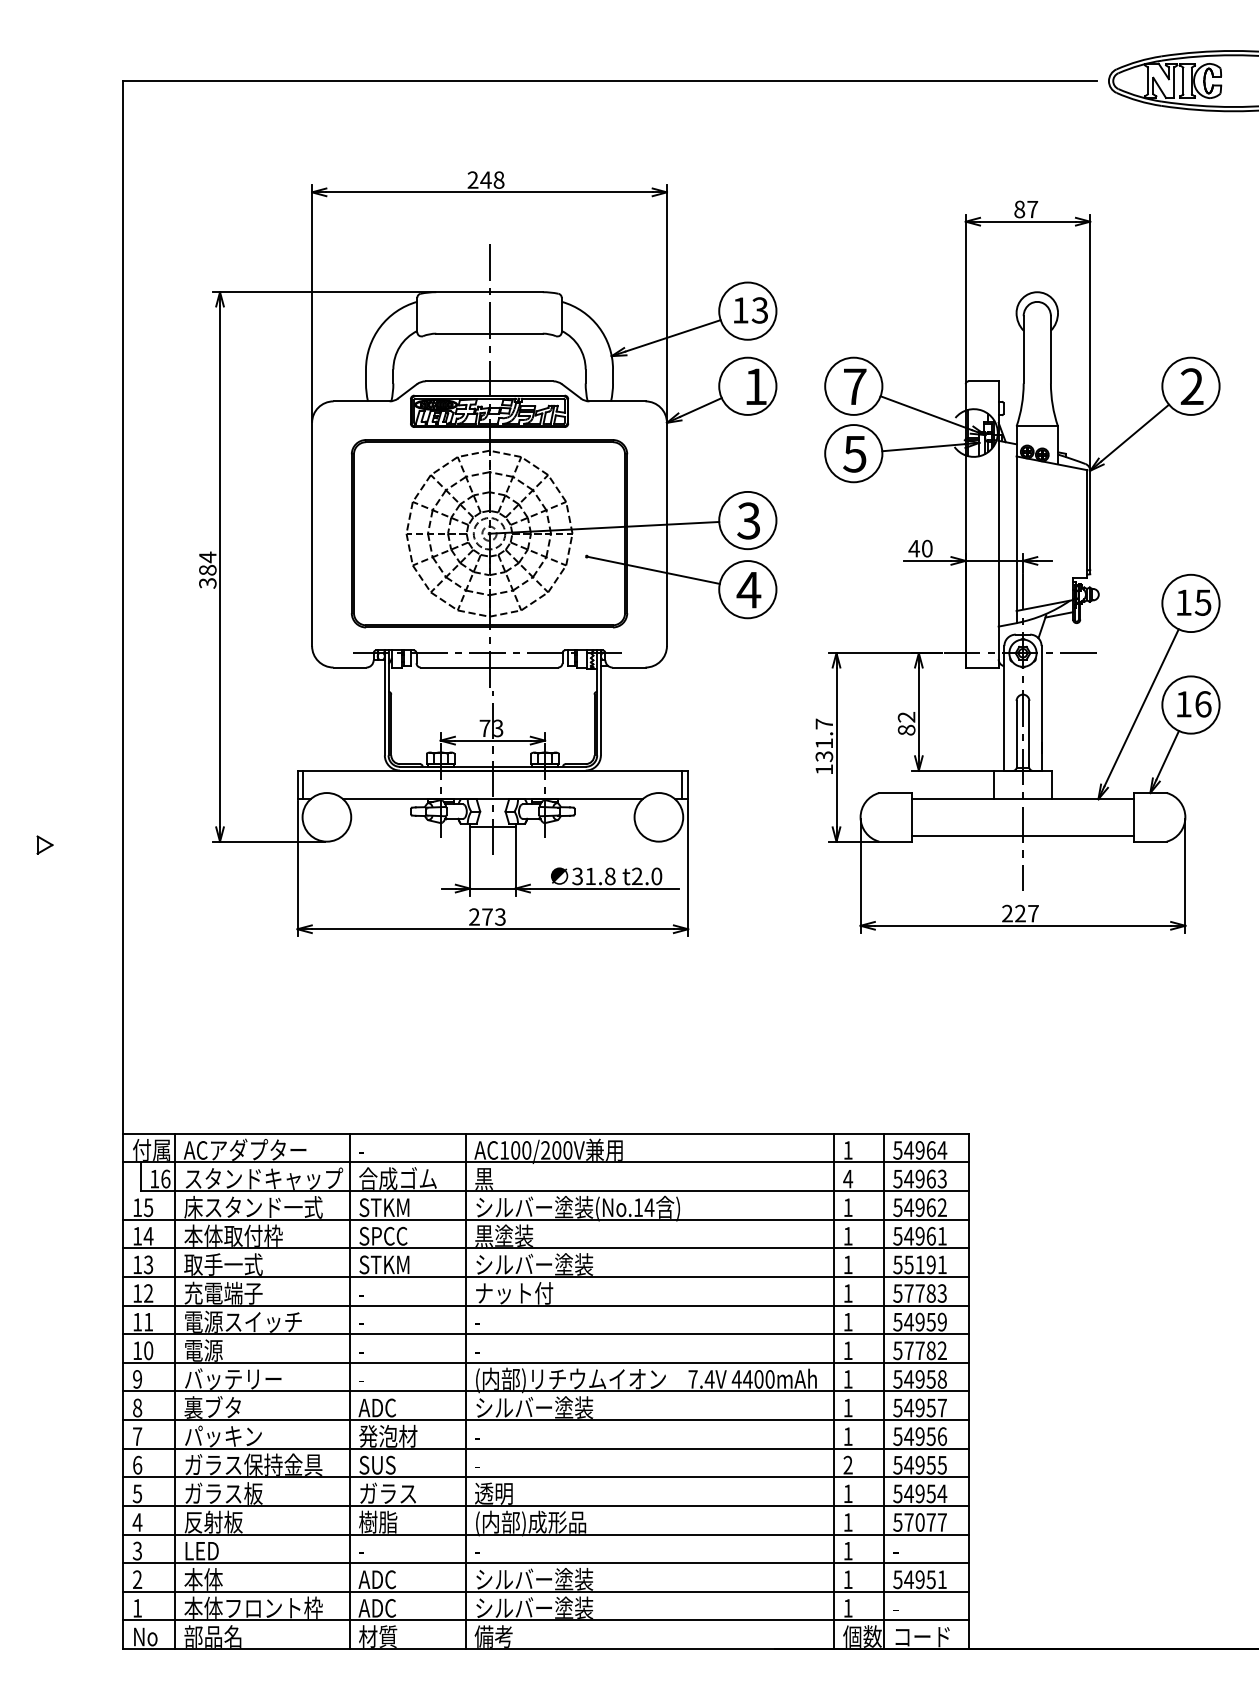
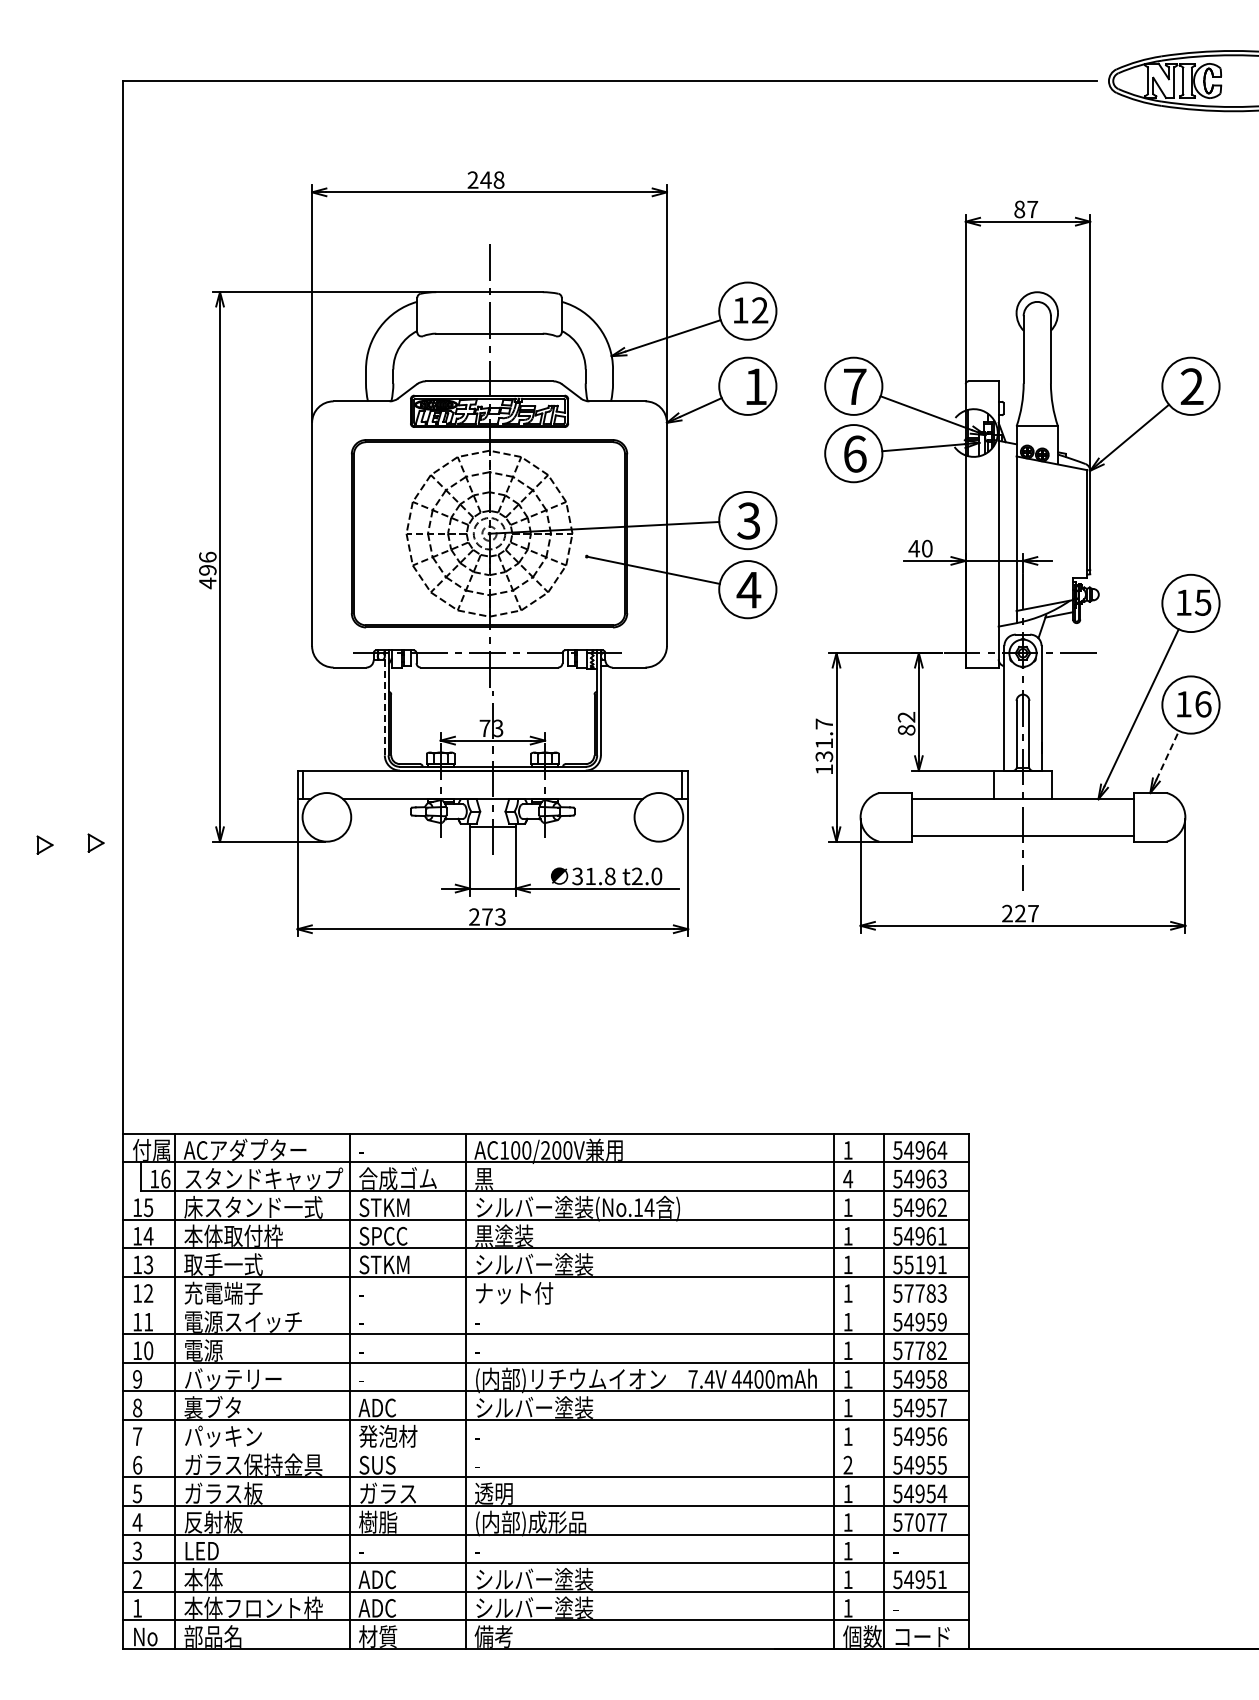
text at (759, 310): 13 -> 12
text at (854, 453): 5 -> 6
text at (207, 570): 384 -> 496
line at (384, 702): solid -> dashed
line at (1167, 755): solid -> dashed
part at (95, 842): none -> present
line at (546, 1305): present -> none
line at (546, 1448): present -> none
